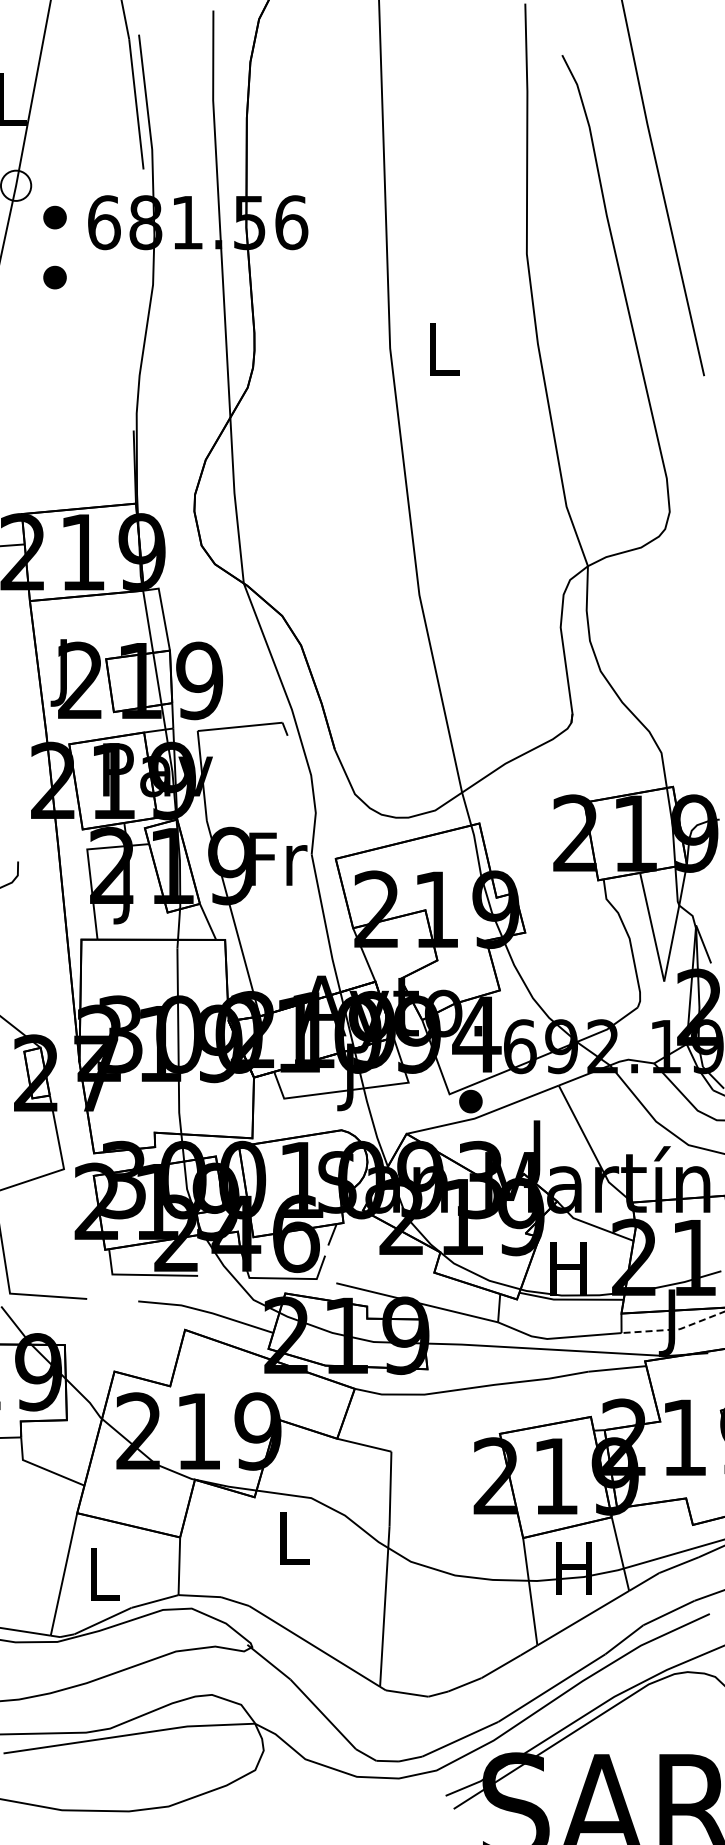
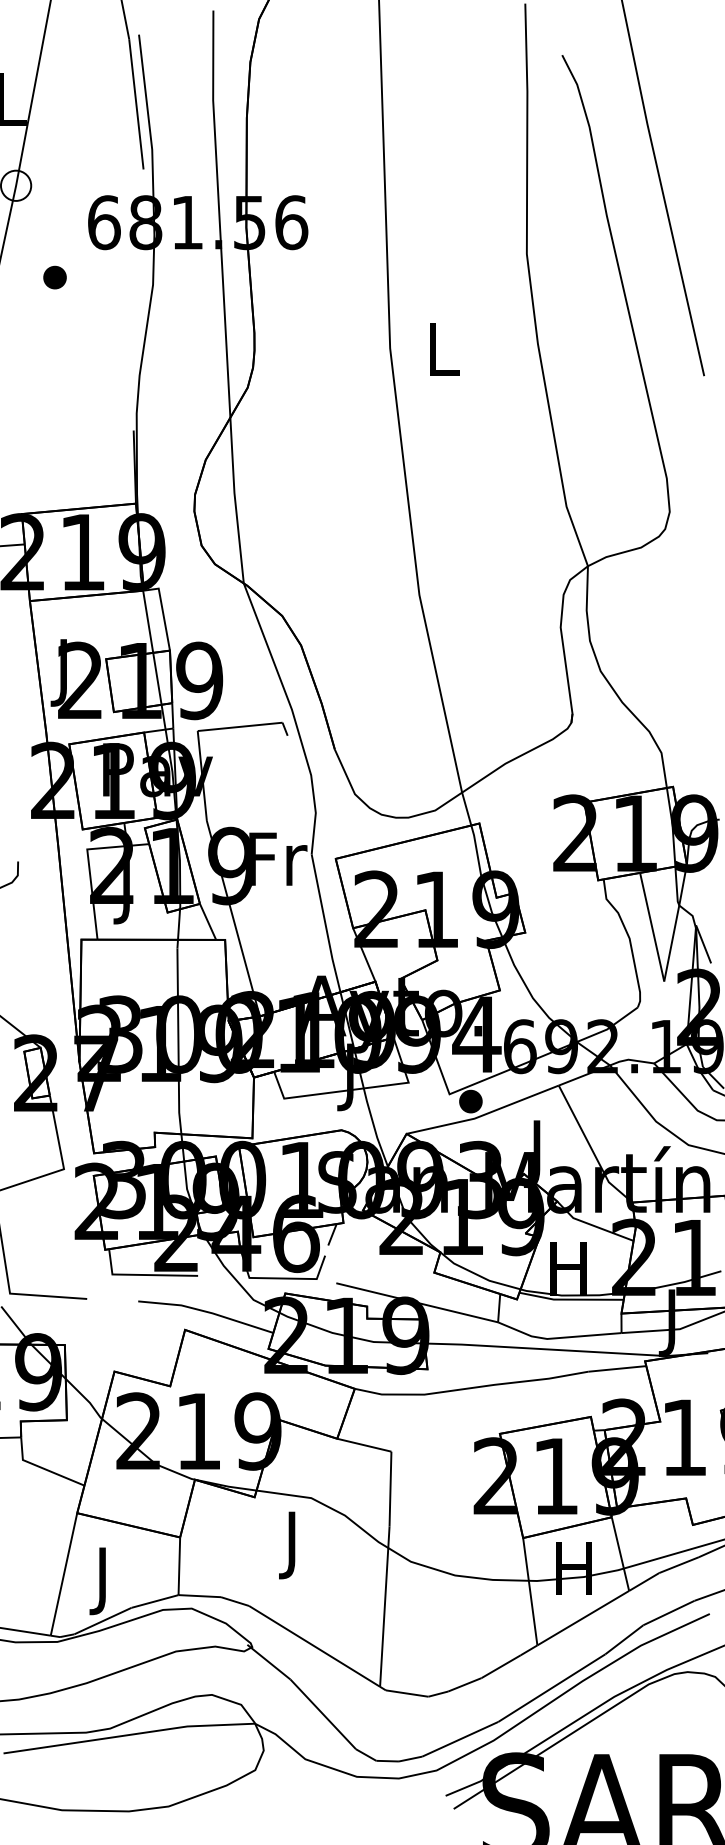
part at (54, 217): present -> none
line at (674, 1329): dashed -> solid
text at (294, 1545): L -> J
text at (104, 1581): L -> J
